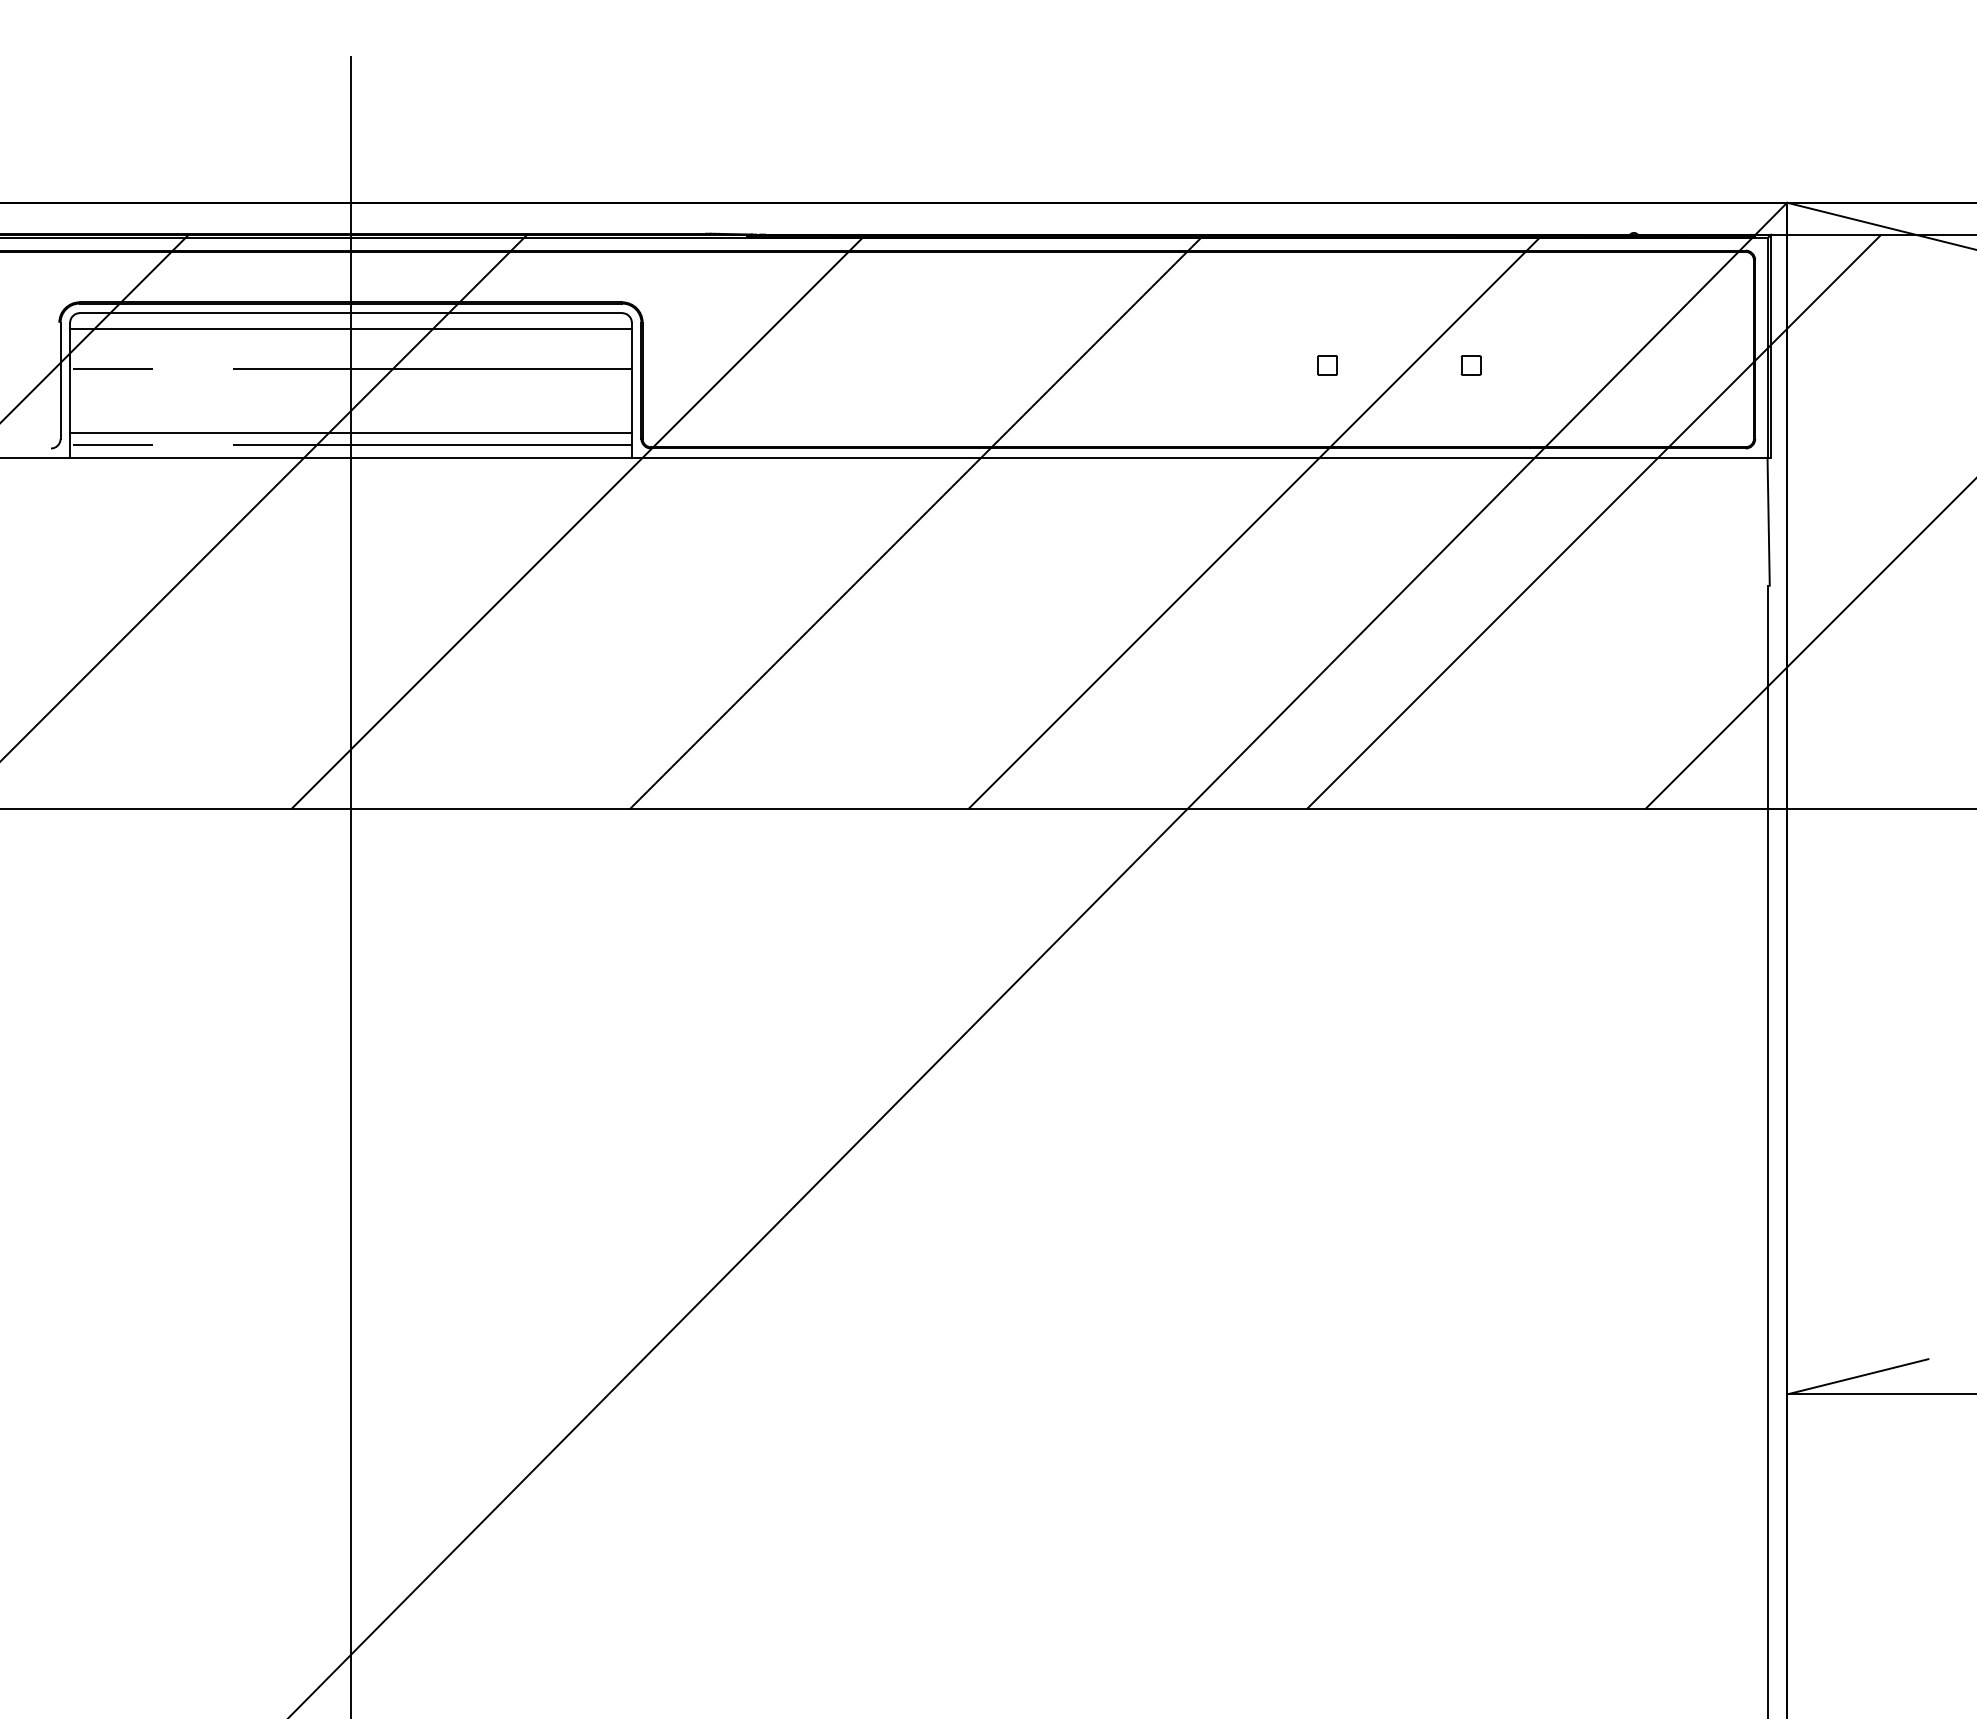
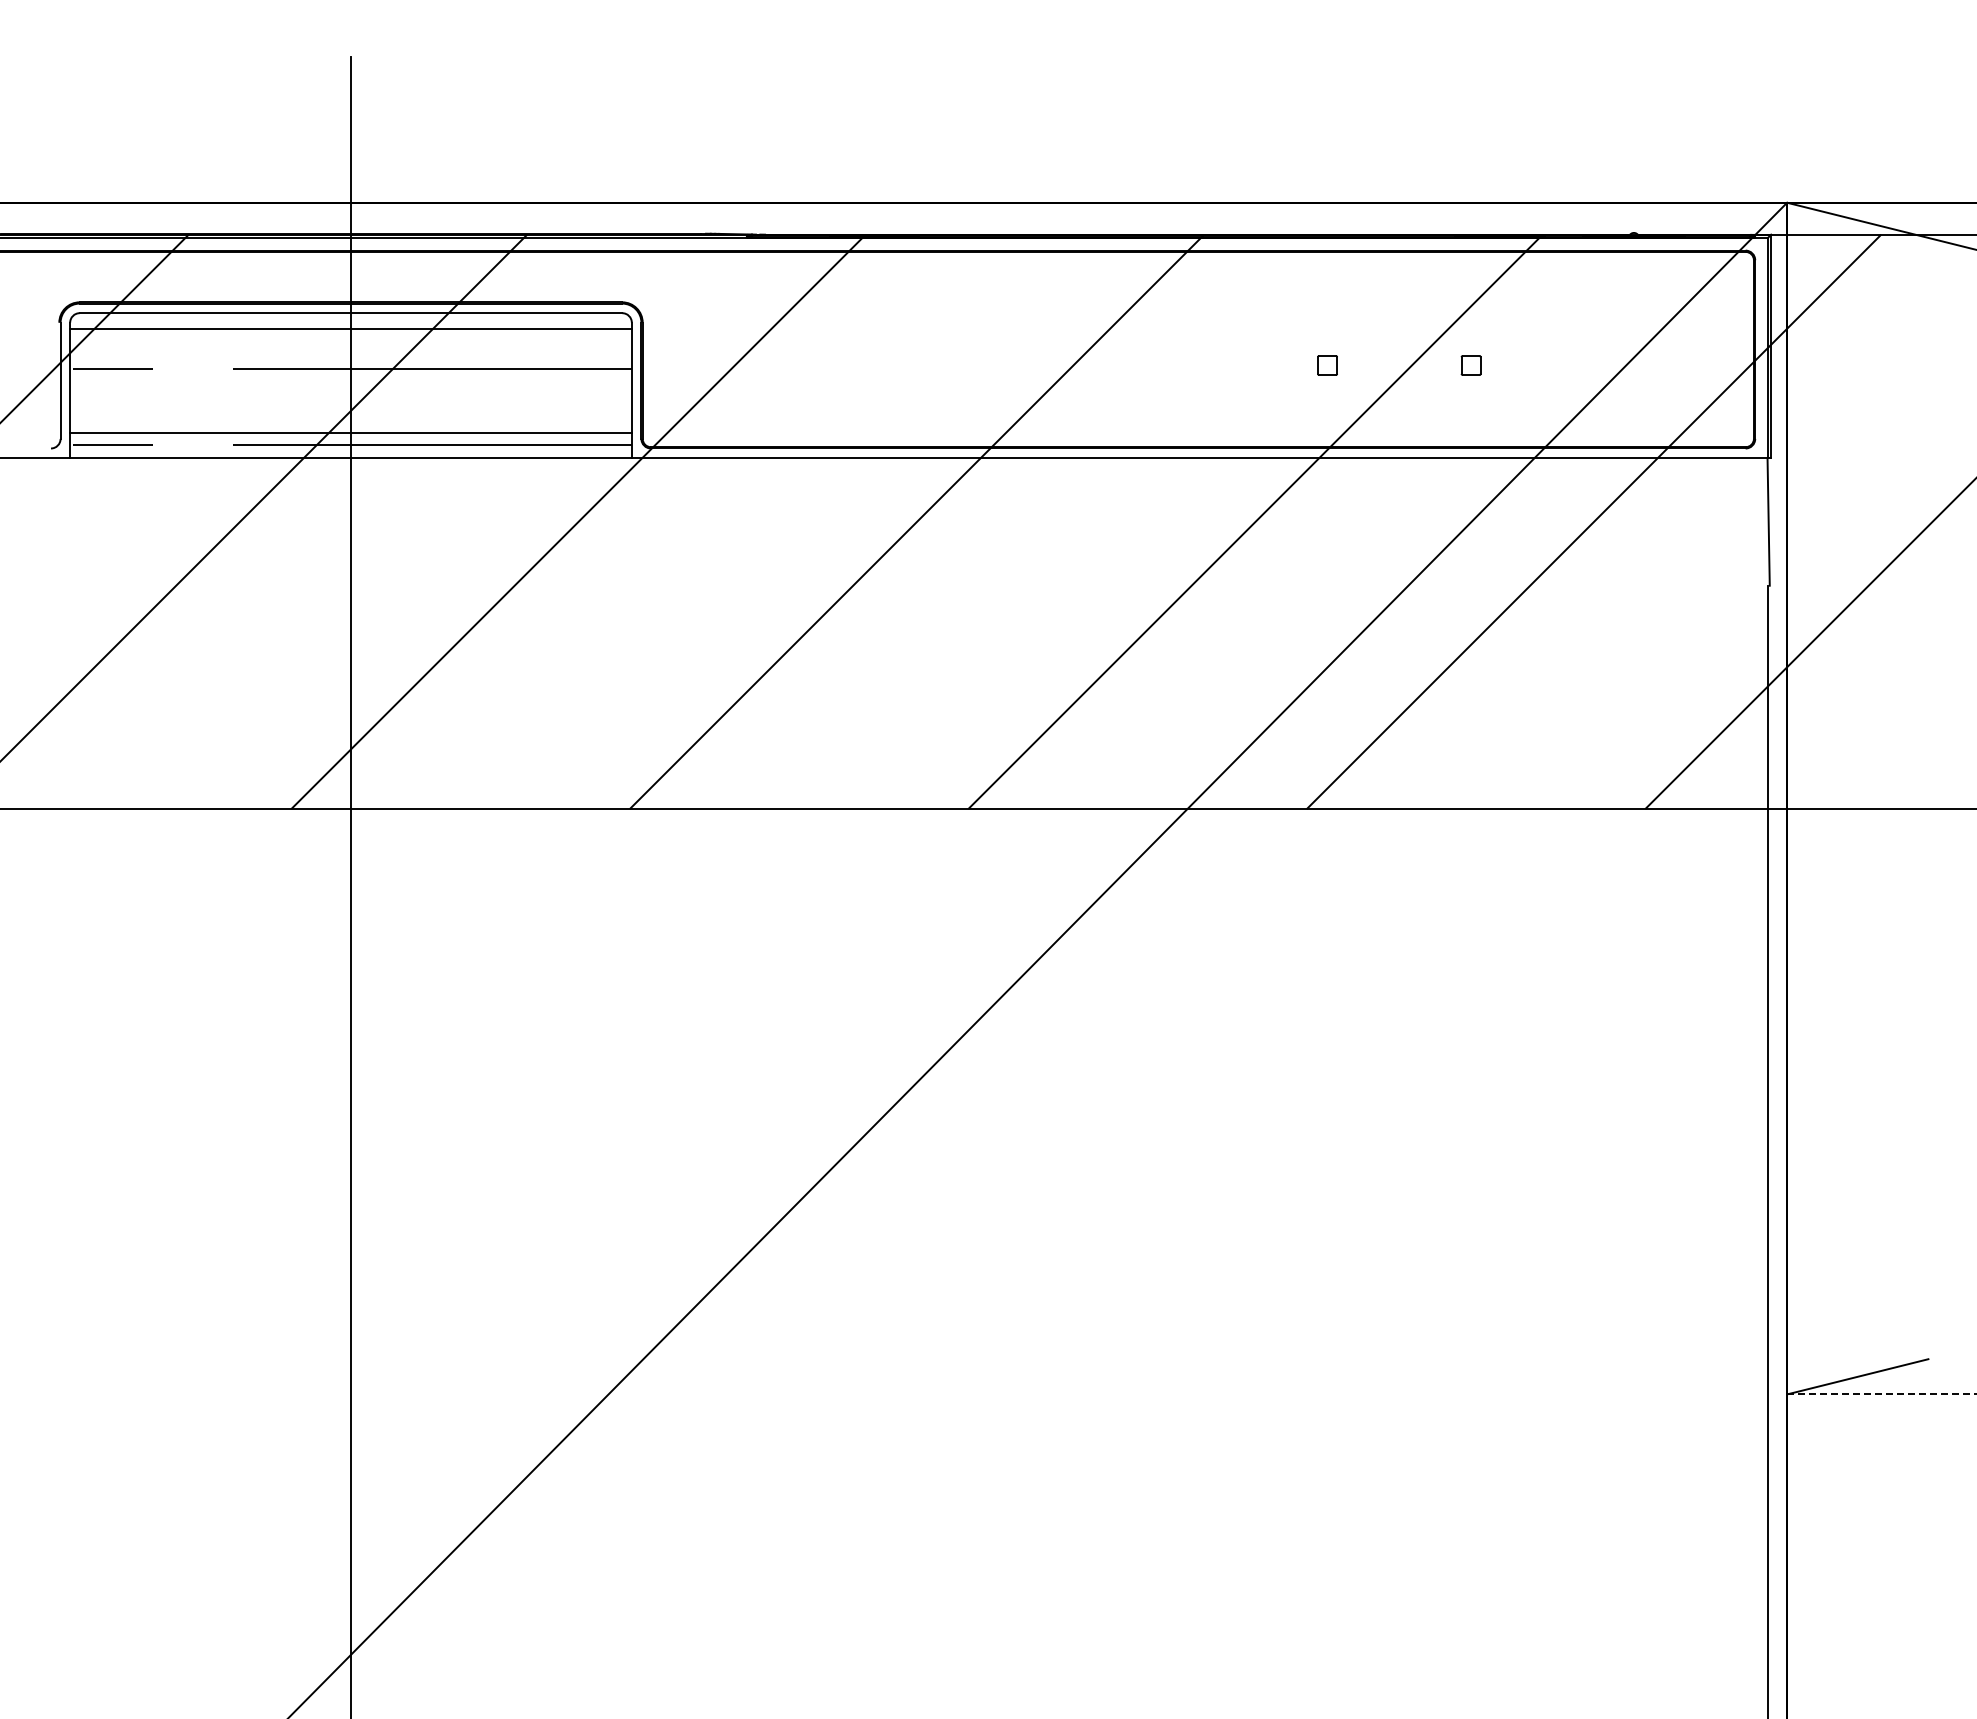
line at (1882, 1394): solid -> dashed
